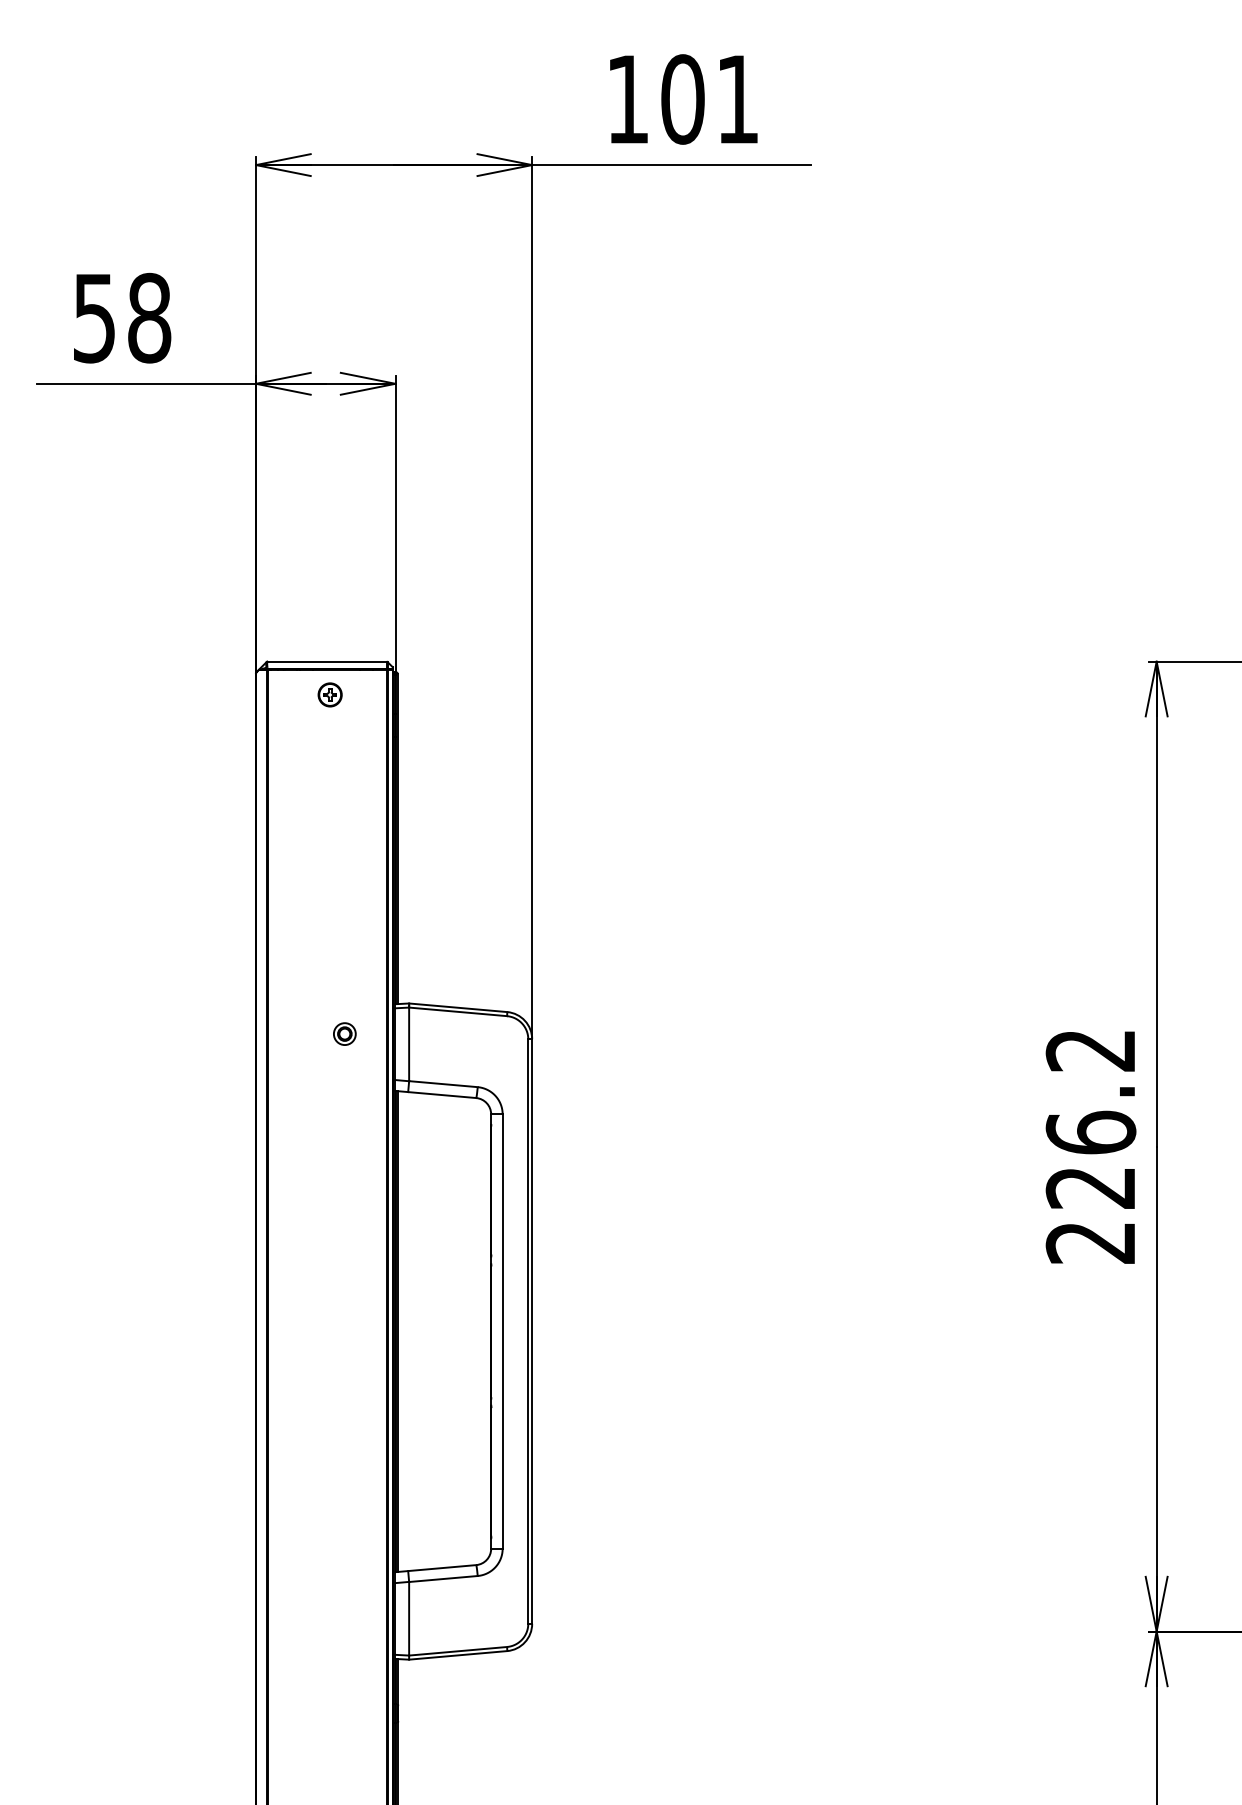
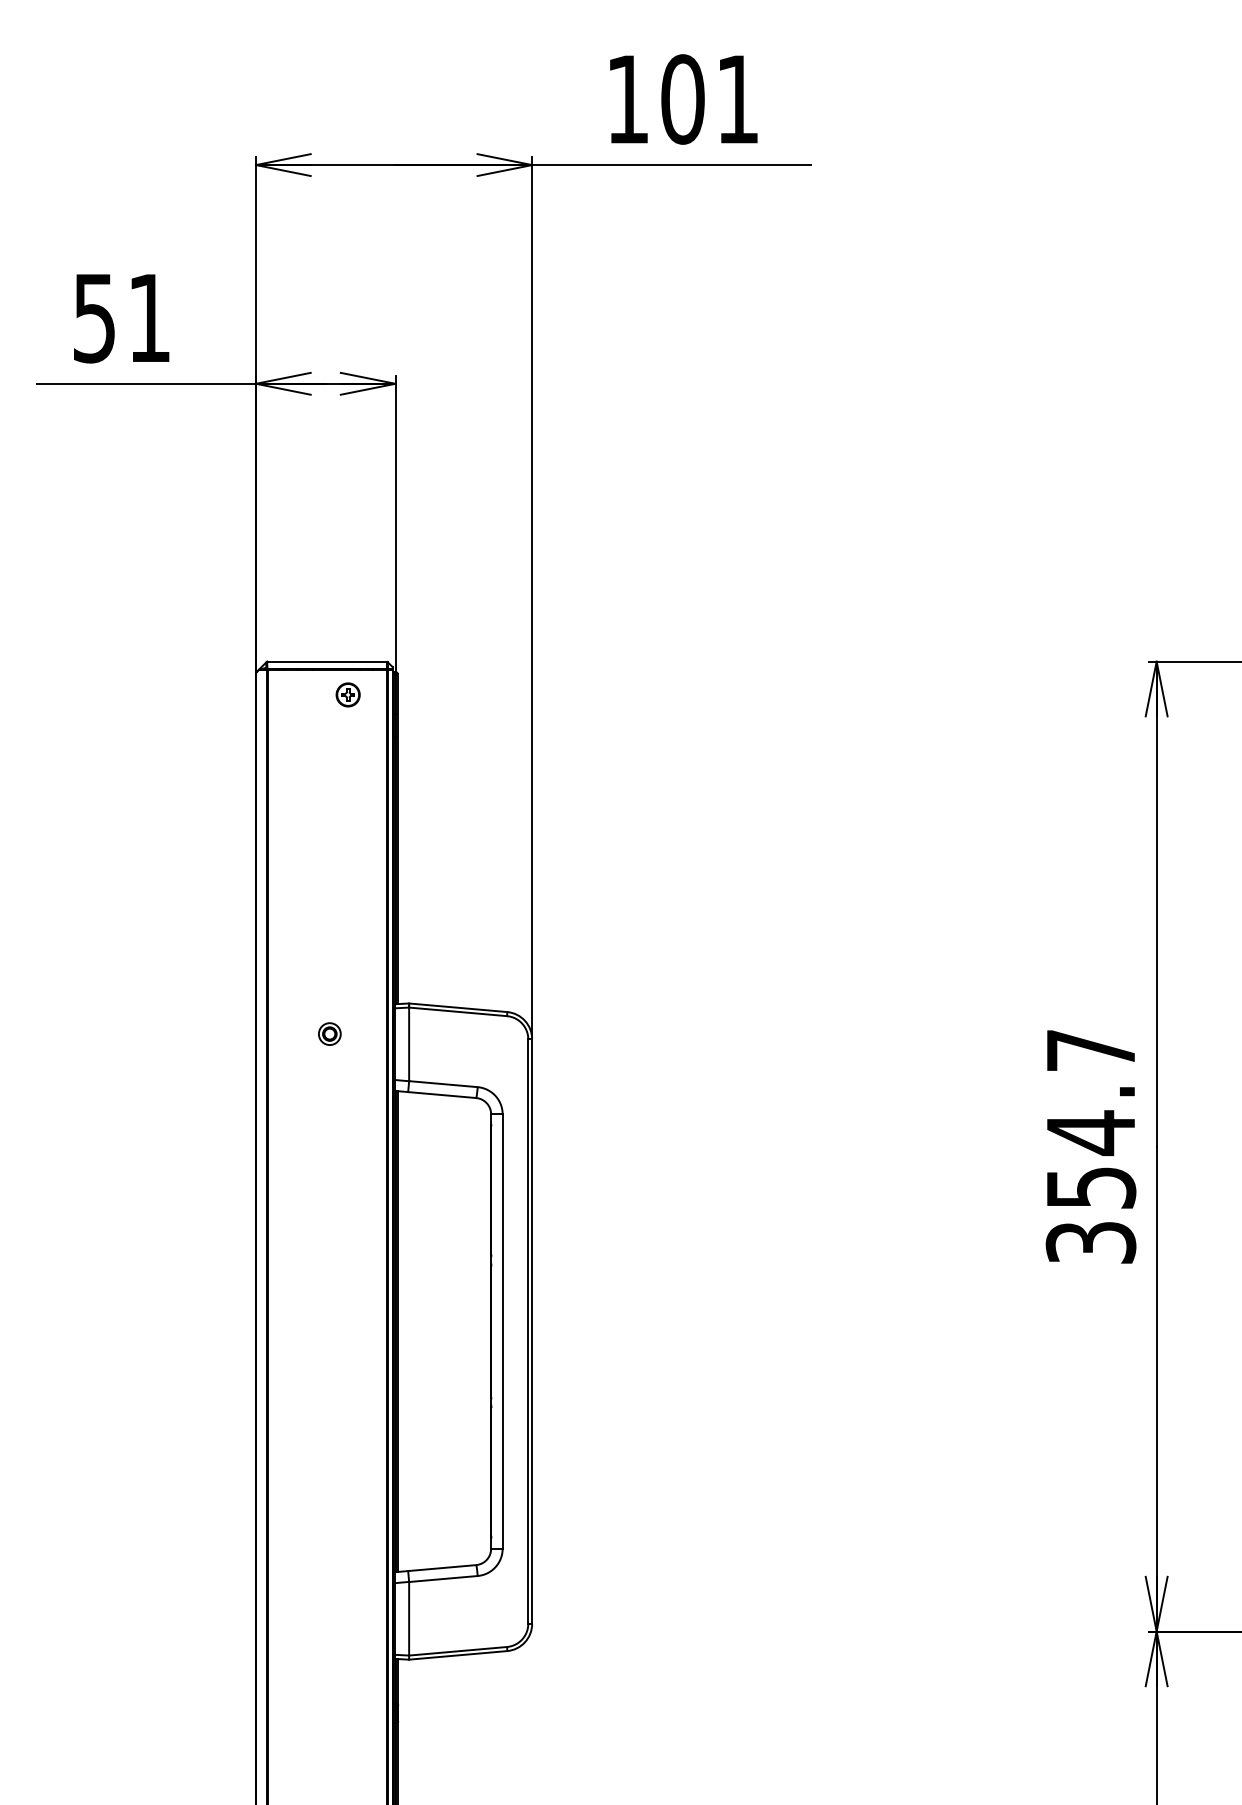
text at (149, 317): 58 -> 51
part at (329, 694) position: (329, 694) -> (347, 694)
part at (344, 1033) position: (344, 1033) -> (329, 1033)
text at (1090, 1146): 226.2 -> 354.7
